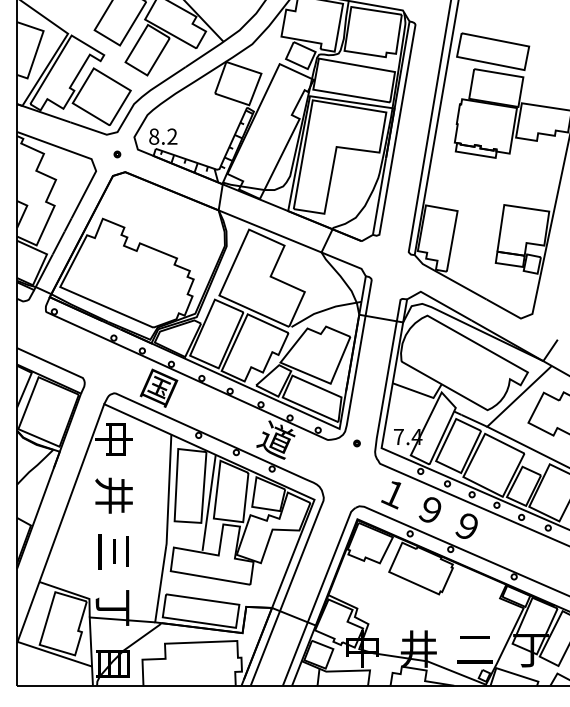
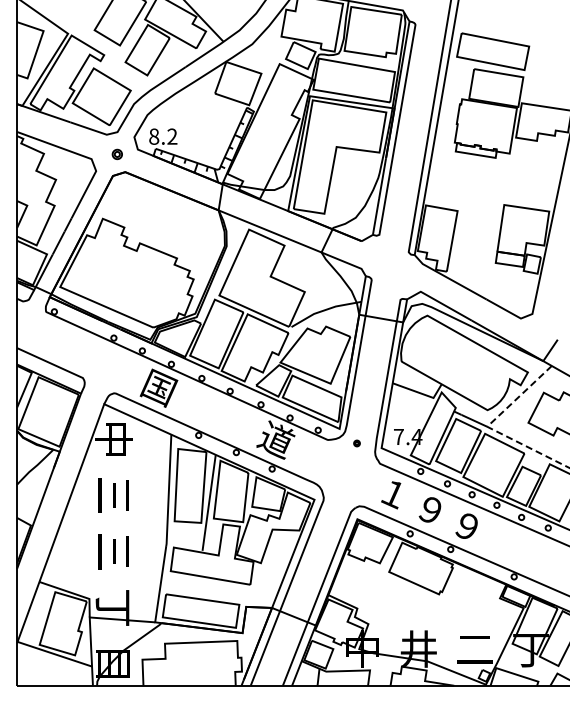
part at (117, 154) size: 9x9 px -> 12x13 px
line at (489, 427): solid -> dashed
text at (113, 495): 井 -> 三
